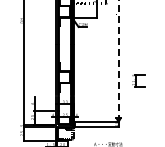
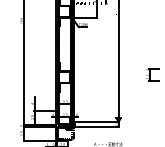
line at (118, 61): dashed -> solid
part at (138, 80) position: (138, 80) -> (152, 74)
